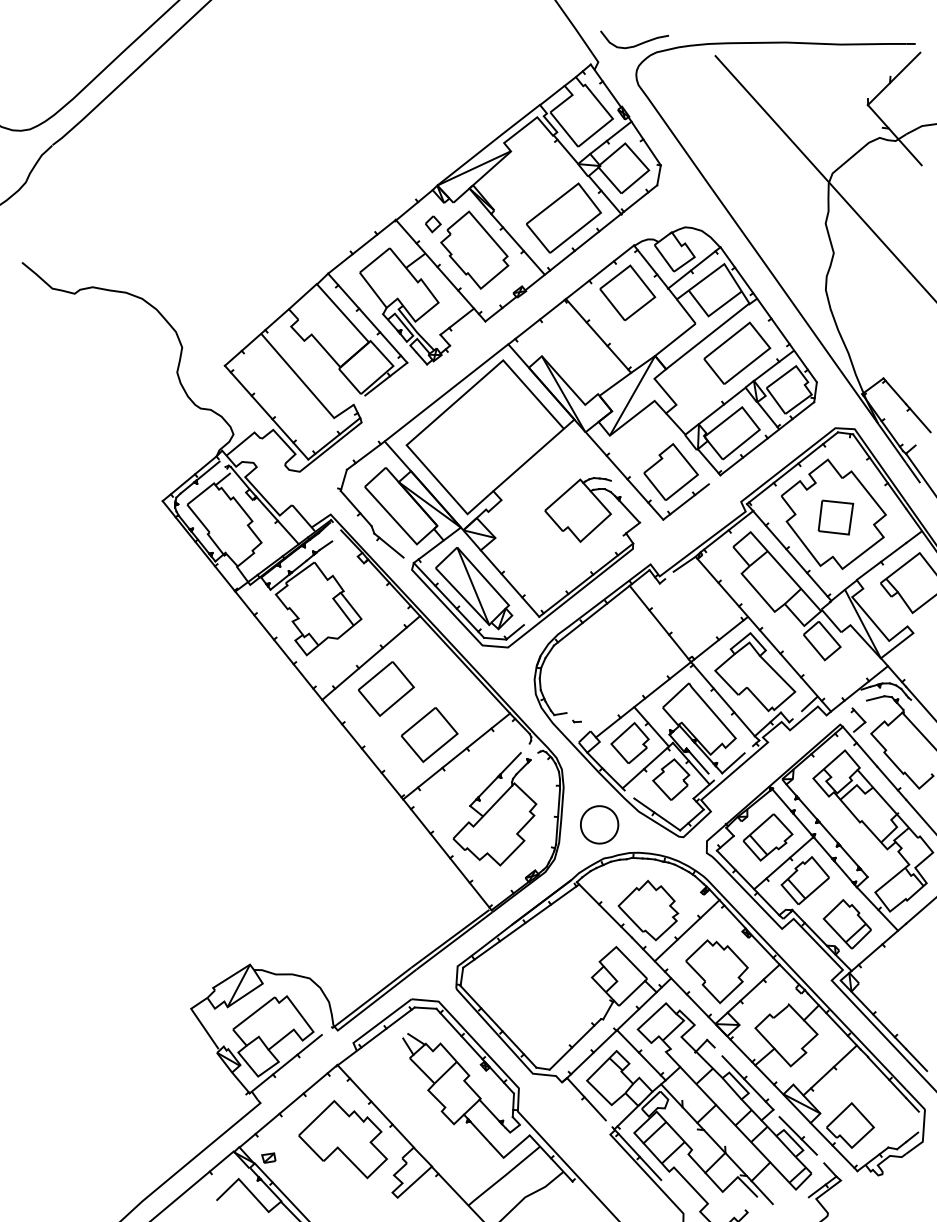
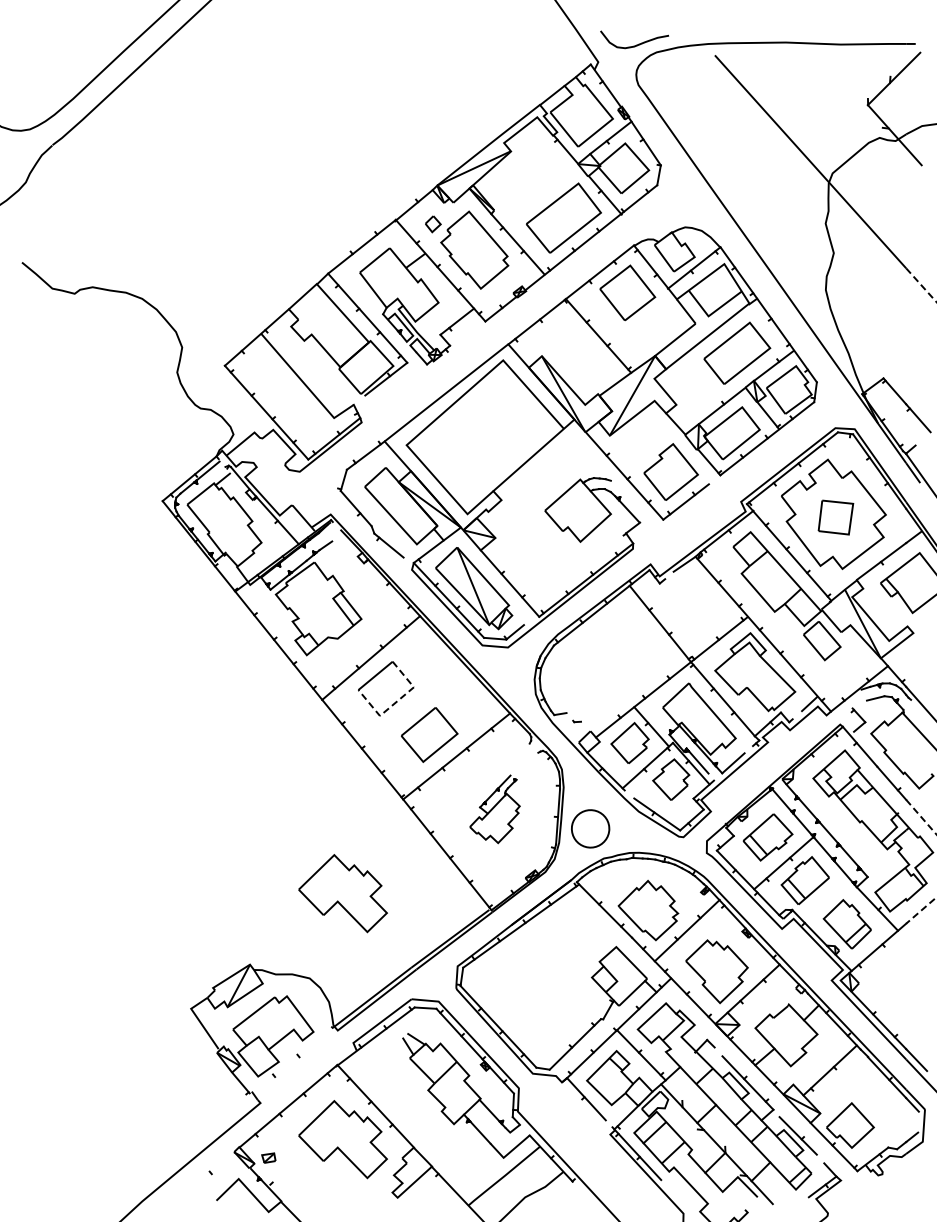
line at (921, 285): solid -> dashed
line at (396, 701): solid -> dashed
part at (494, 809) size: 86x115 px -> 52x71 px
line at (921, 817): solid -> dashed
part at (599, 824) position: (599, 824) -> (590, 828)
part at (342, 893): none -> present
line at (921, 910): solid -> dashed
line at (285, 1064): present -> none
line at (193, 1184): present -> none
line at (280, 1190): present -> none
